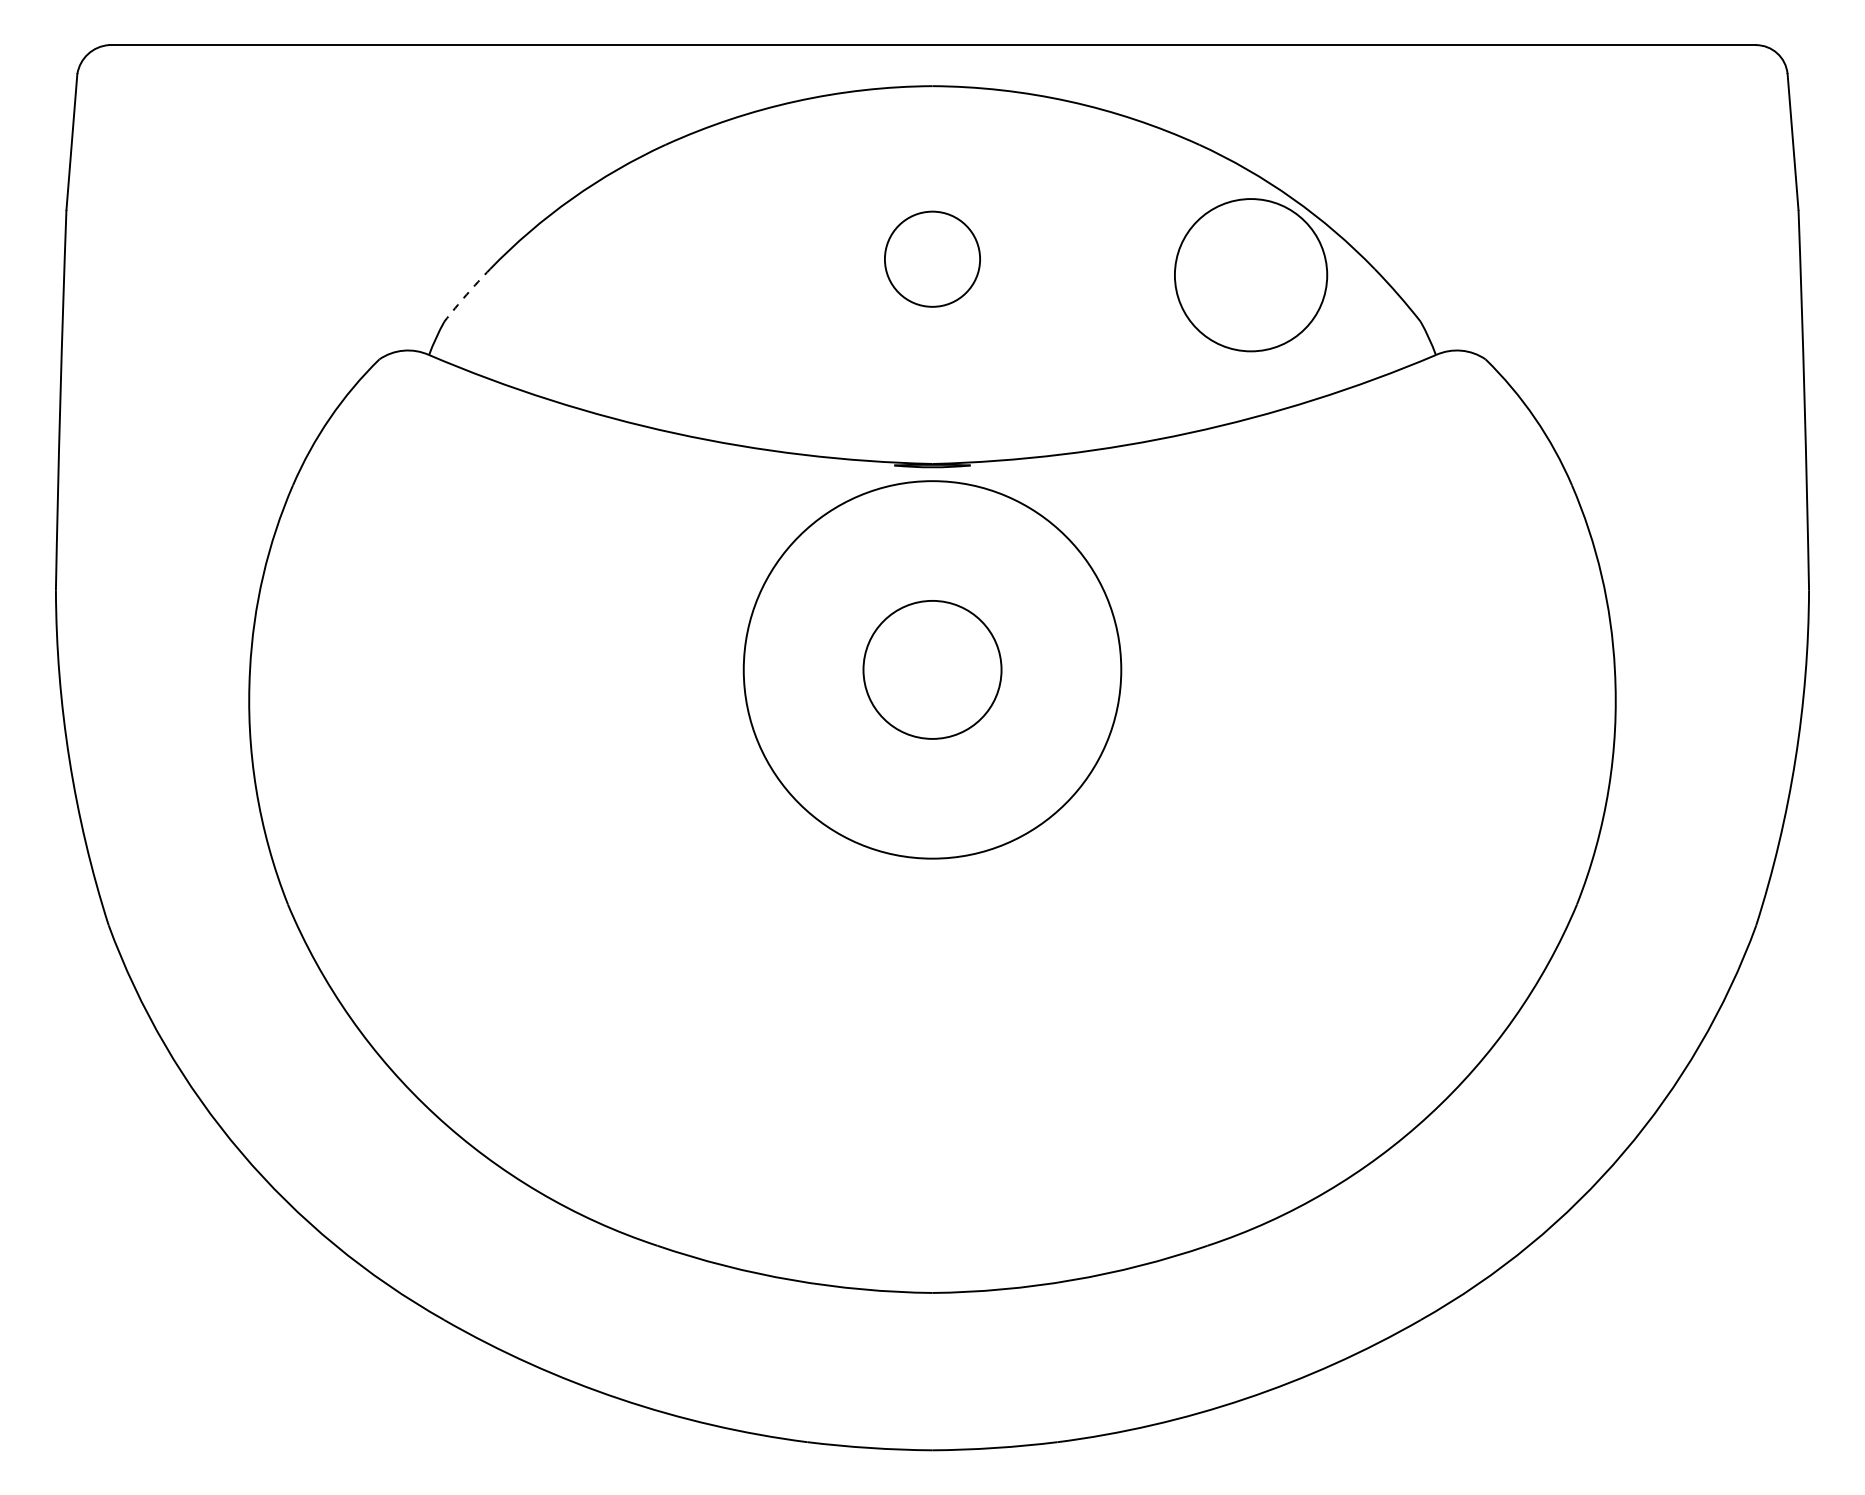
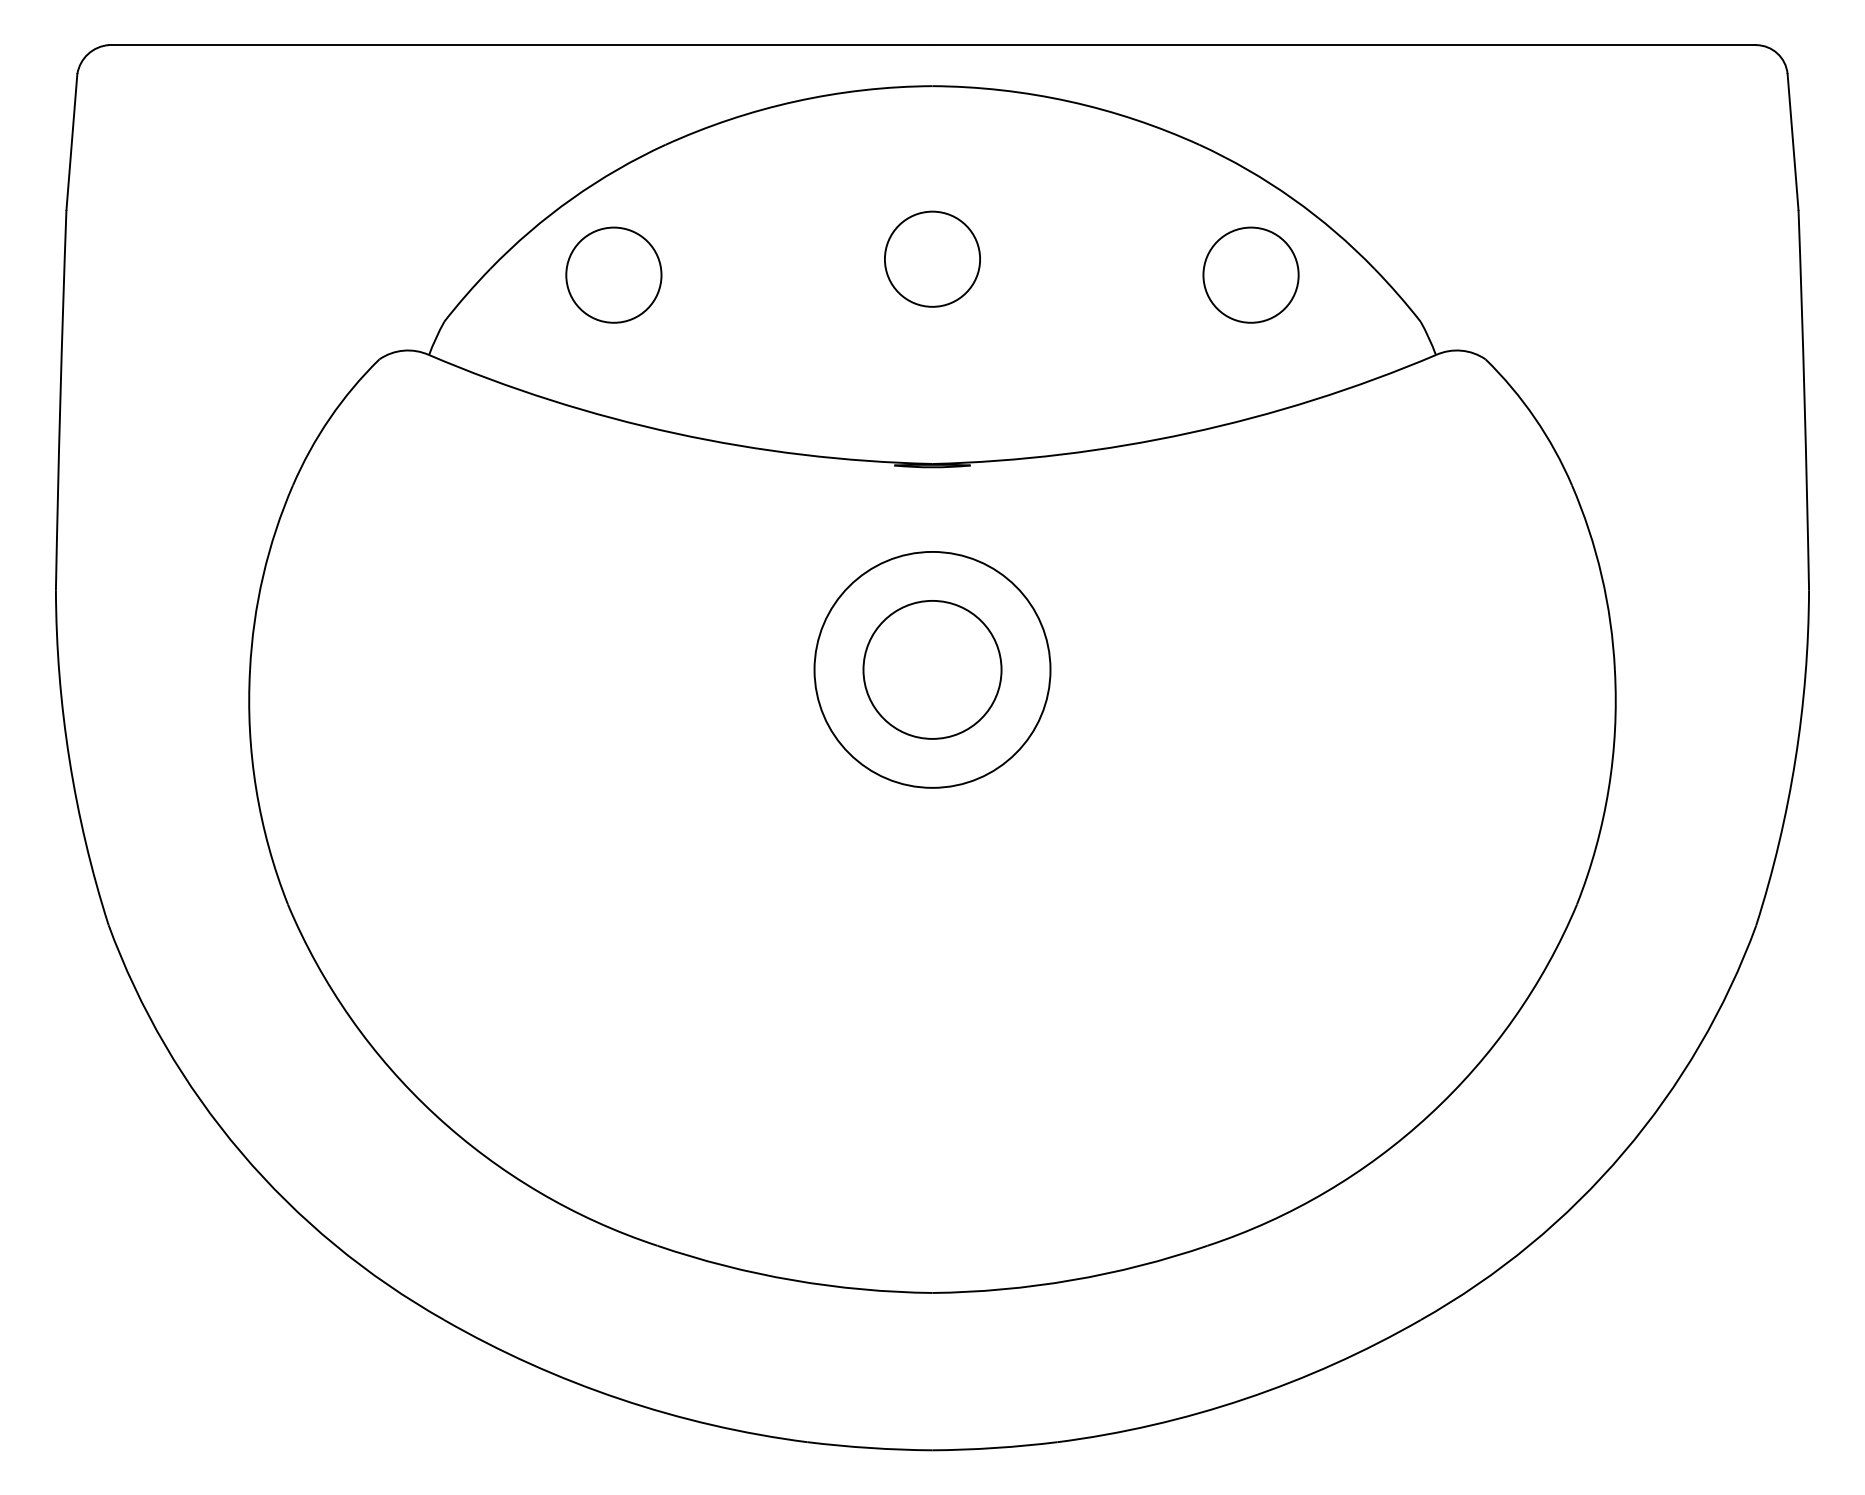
circle at (613, 274): none -> present
circle at (1250, 275) diameter: 152 px -> 95 px
arc at (466, 294): dashed -> solid
circle at (932, 669) diameter: 378 px -> 236 px
